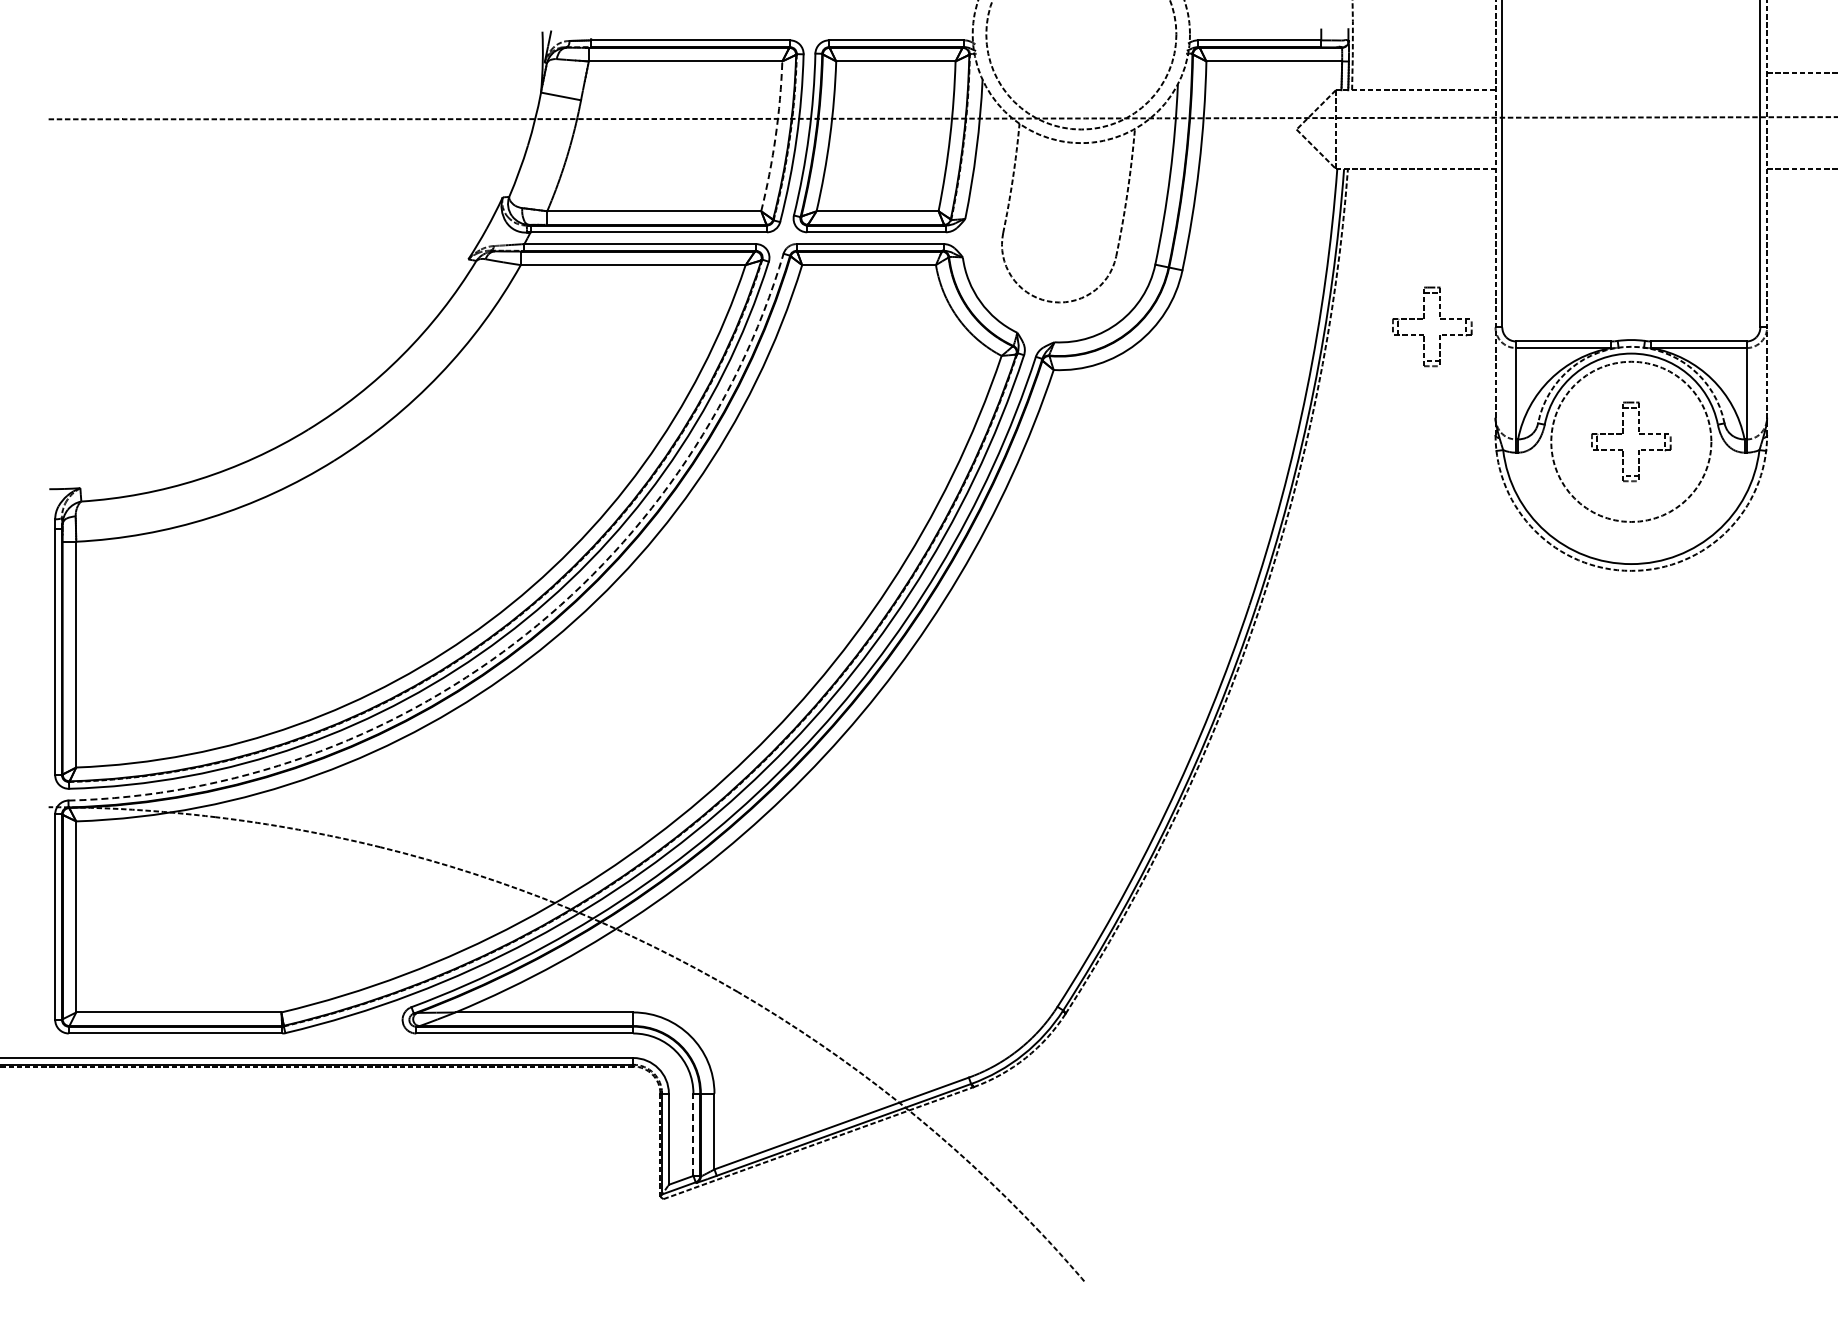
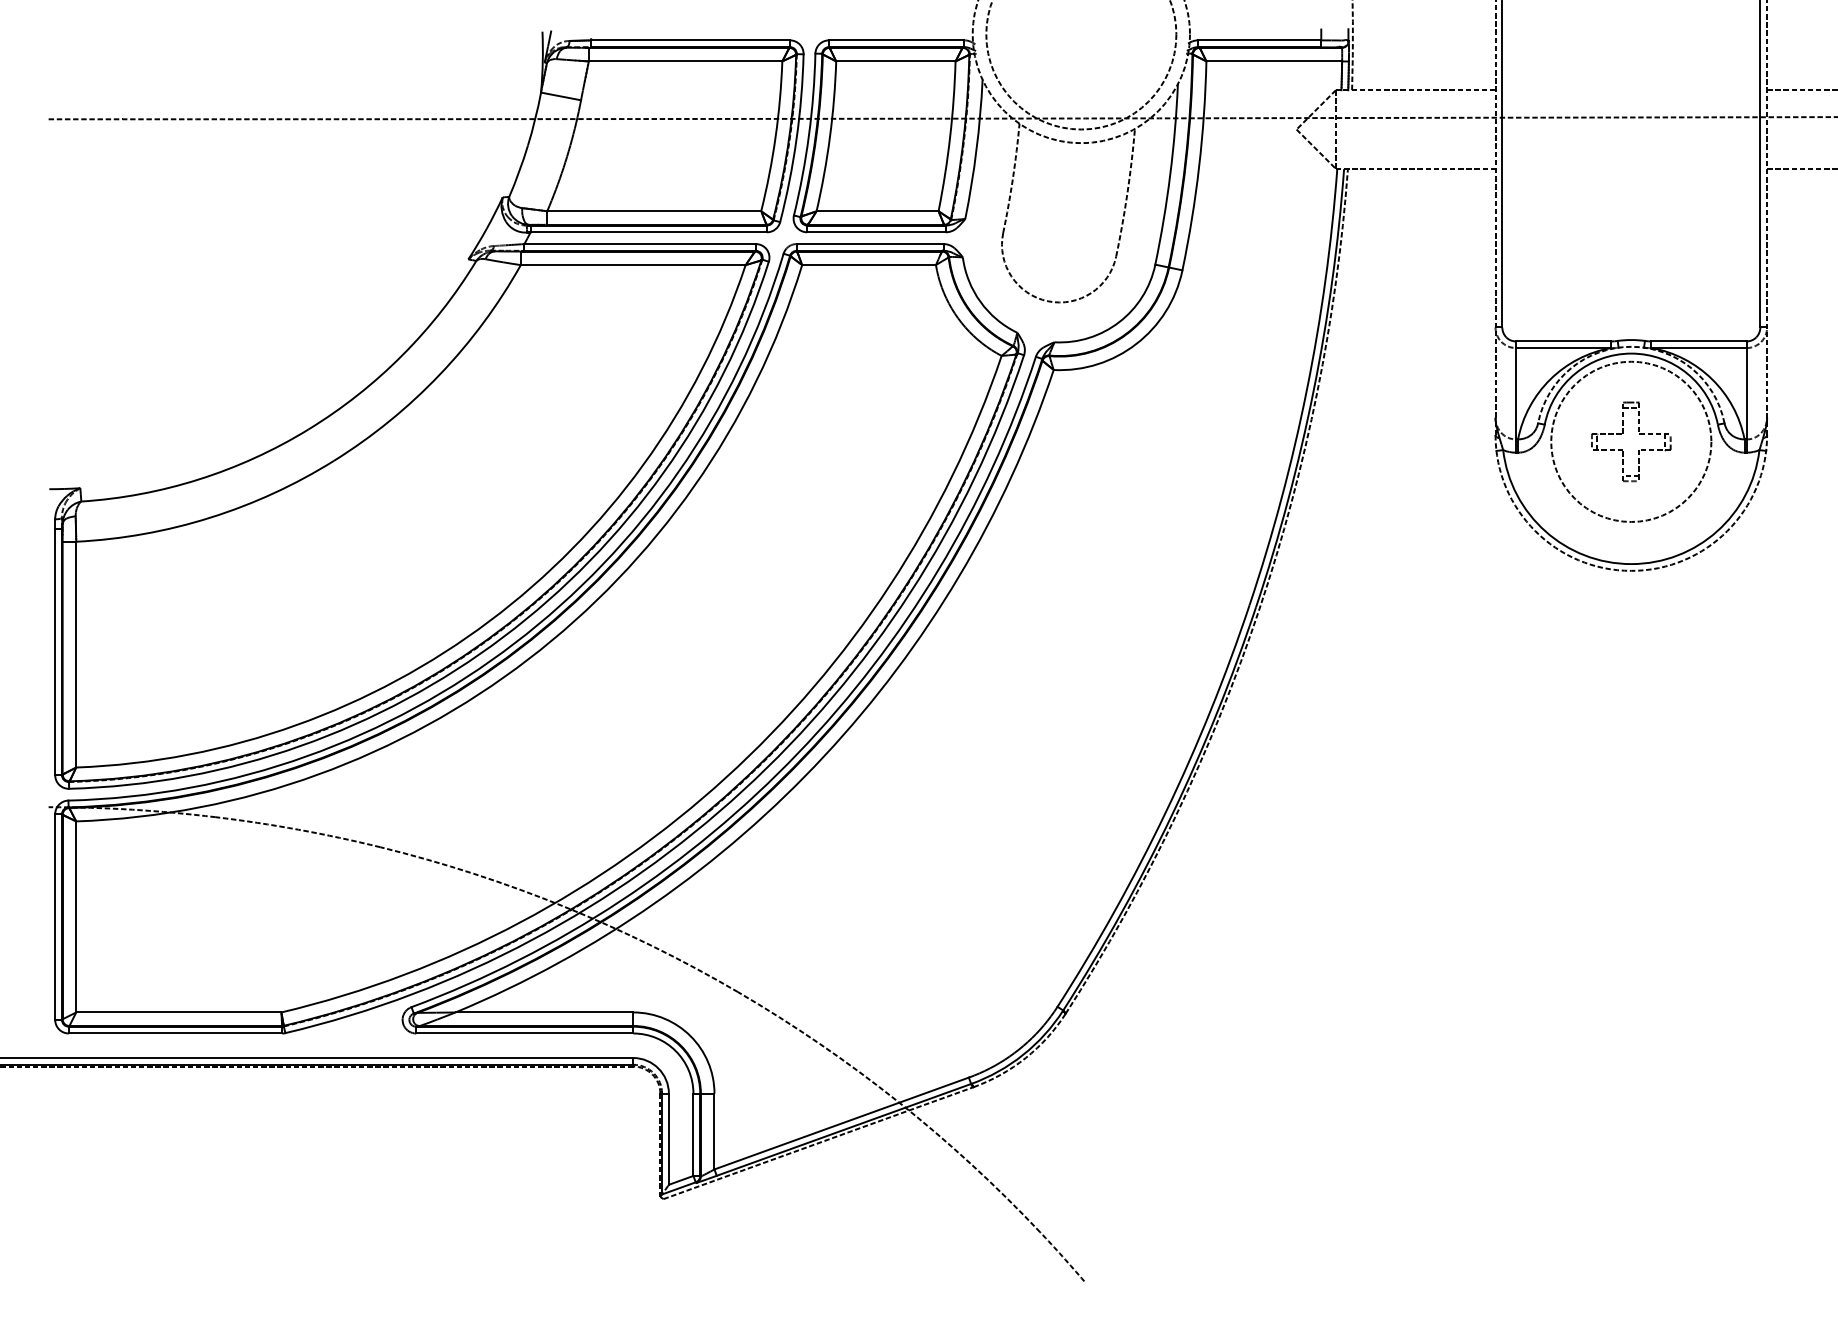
line at (1800, 73) position: (1800, 73) -> (1800, 90)
arc at (775, 136): dashed -> solid
part at (1440, 319): present -> none
arc at (514, 643): dashed -> solid
line at (693, 1134): dashed -> solid
